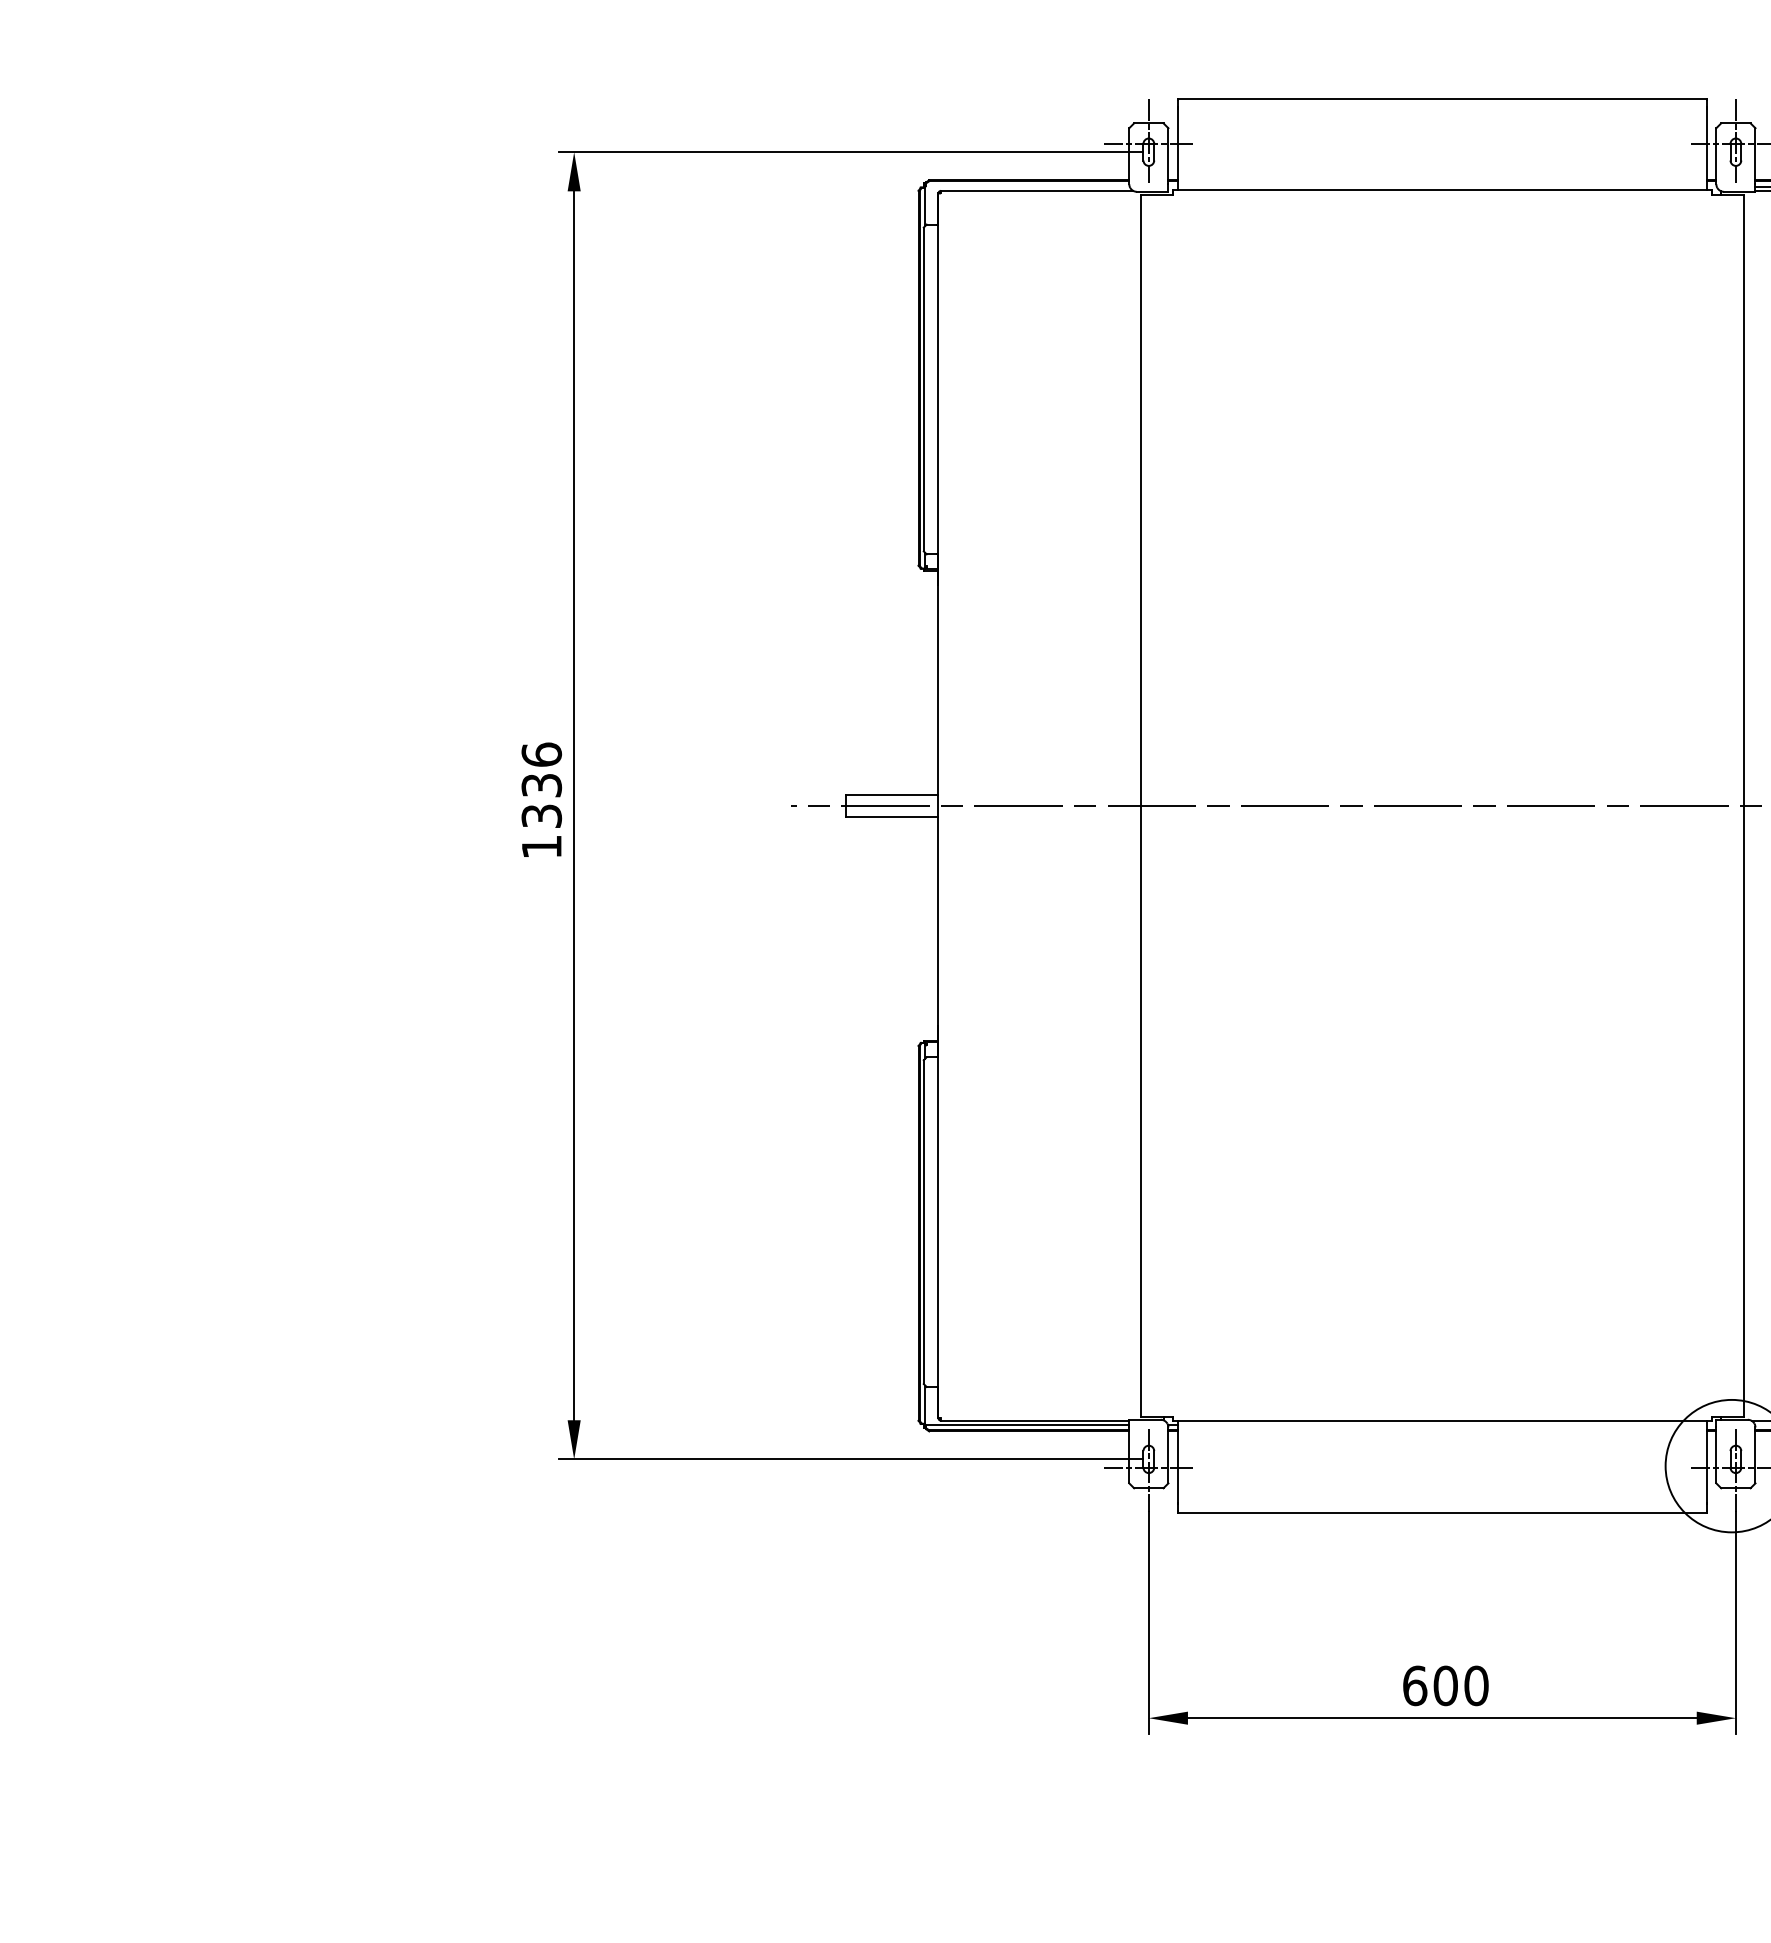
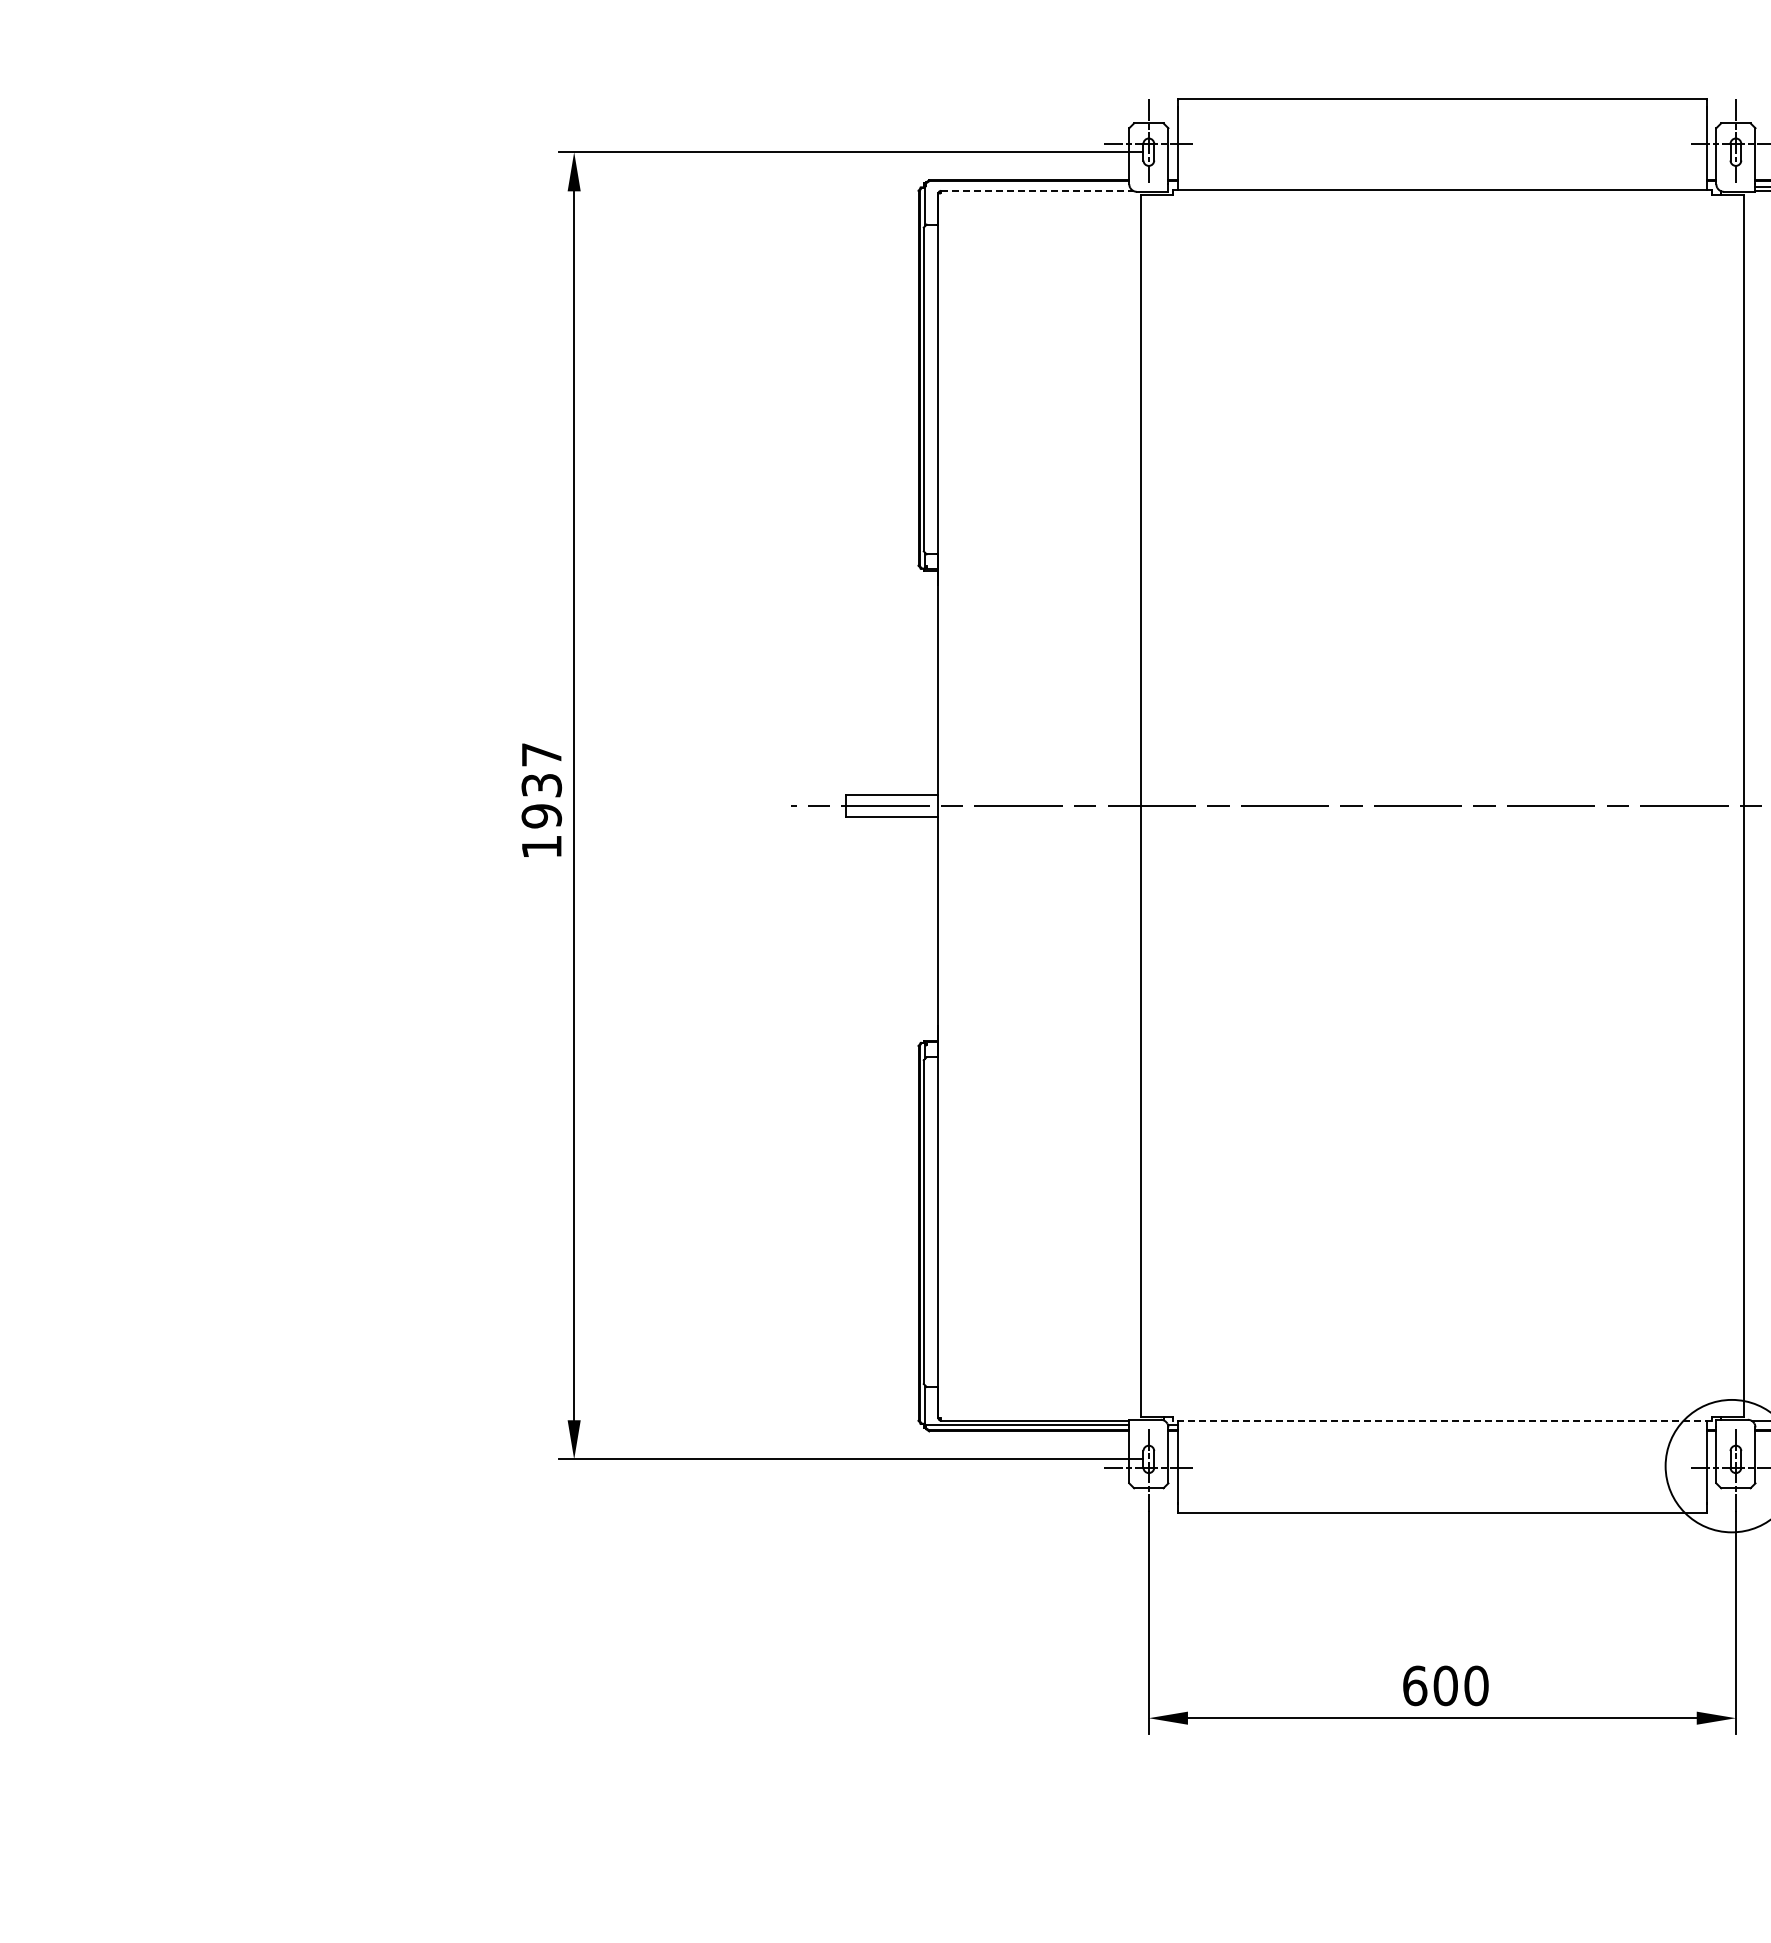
line at (1037, 190): solid -> dashed
text at (541, 785): 1336 -> 1937
line at (1442, 1421): solid -> dashed
